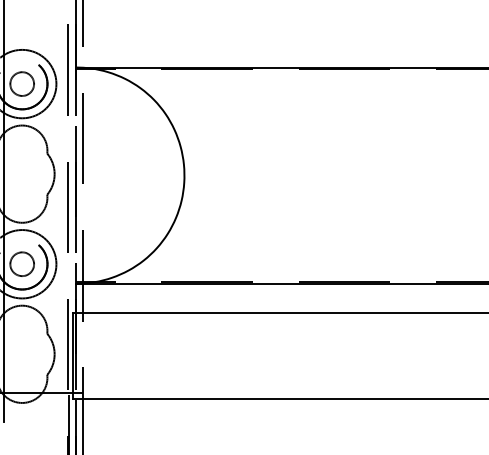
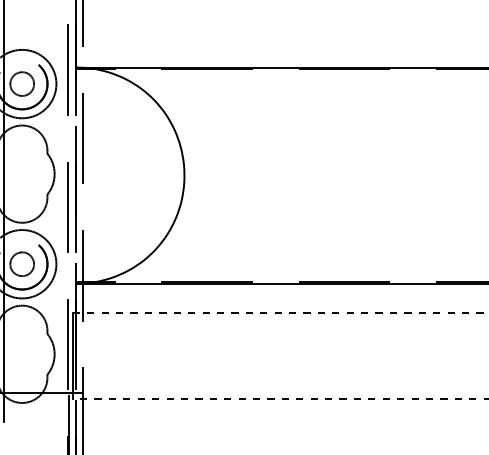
line at (280, 312): solid -> dashed
line at (280, 399): solid -> dashed
